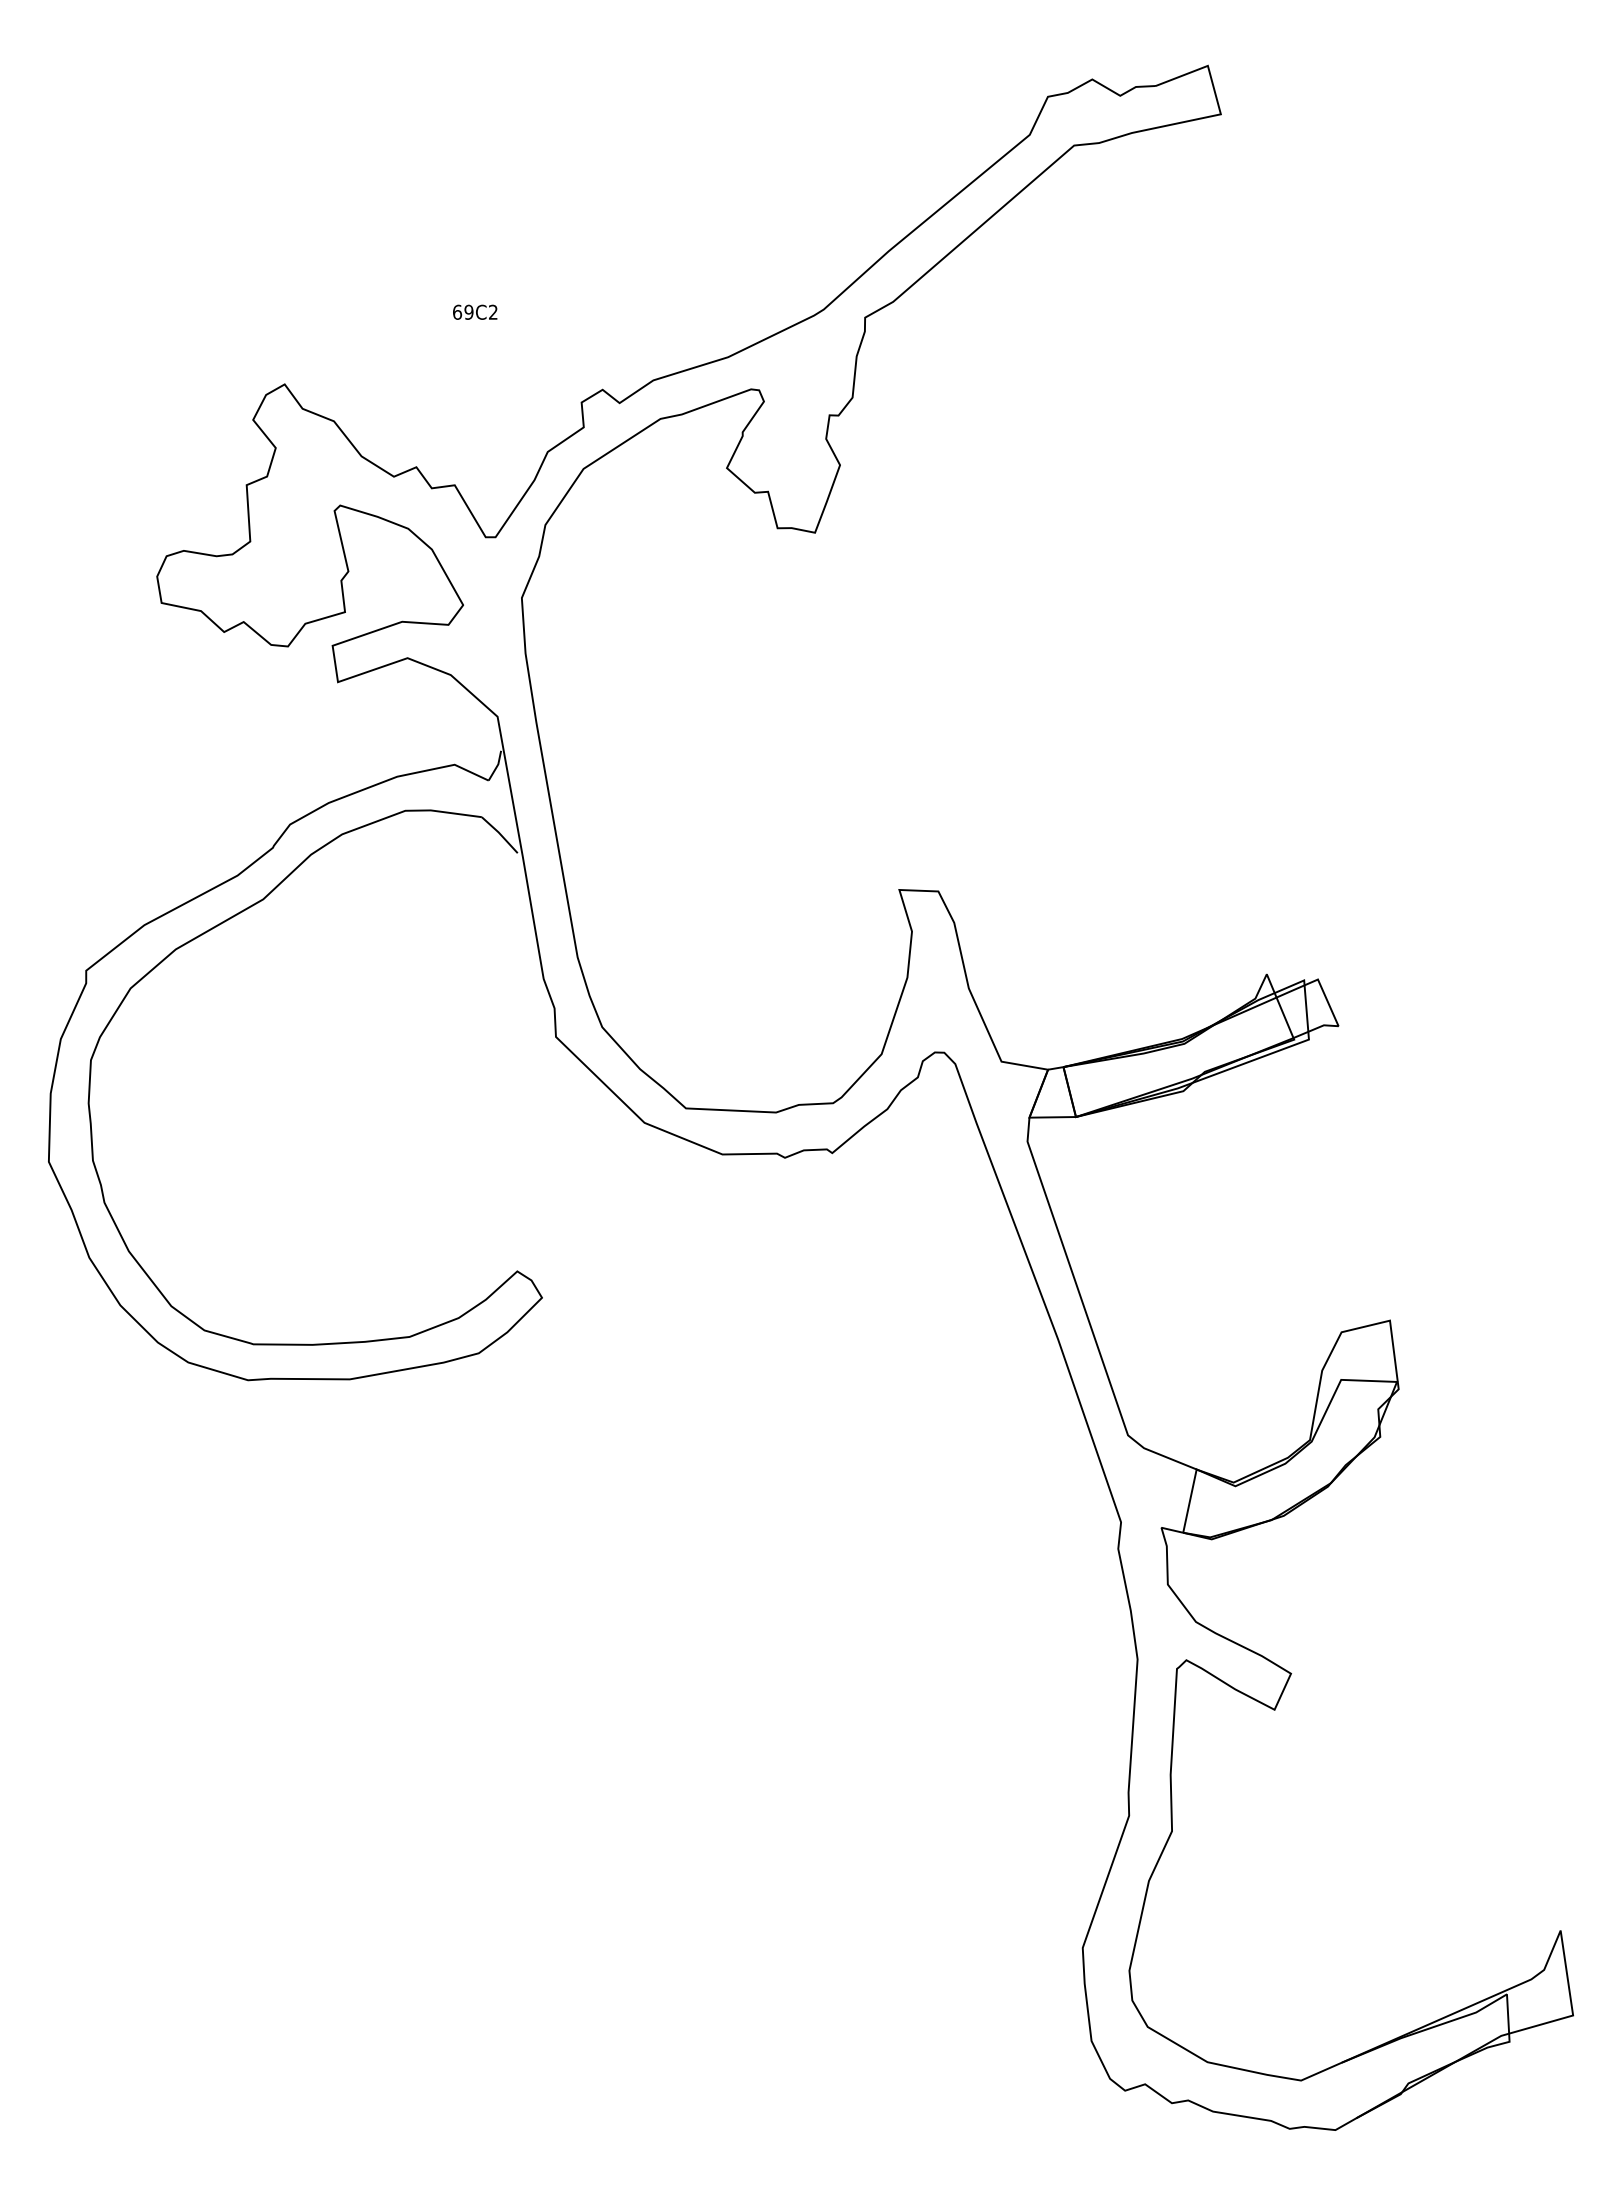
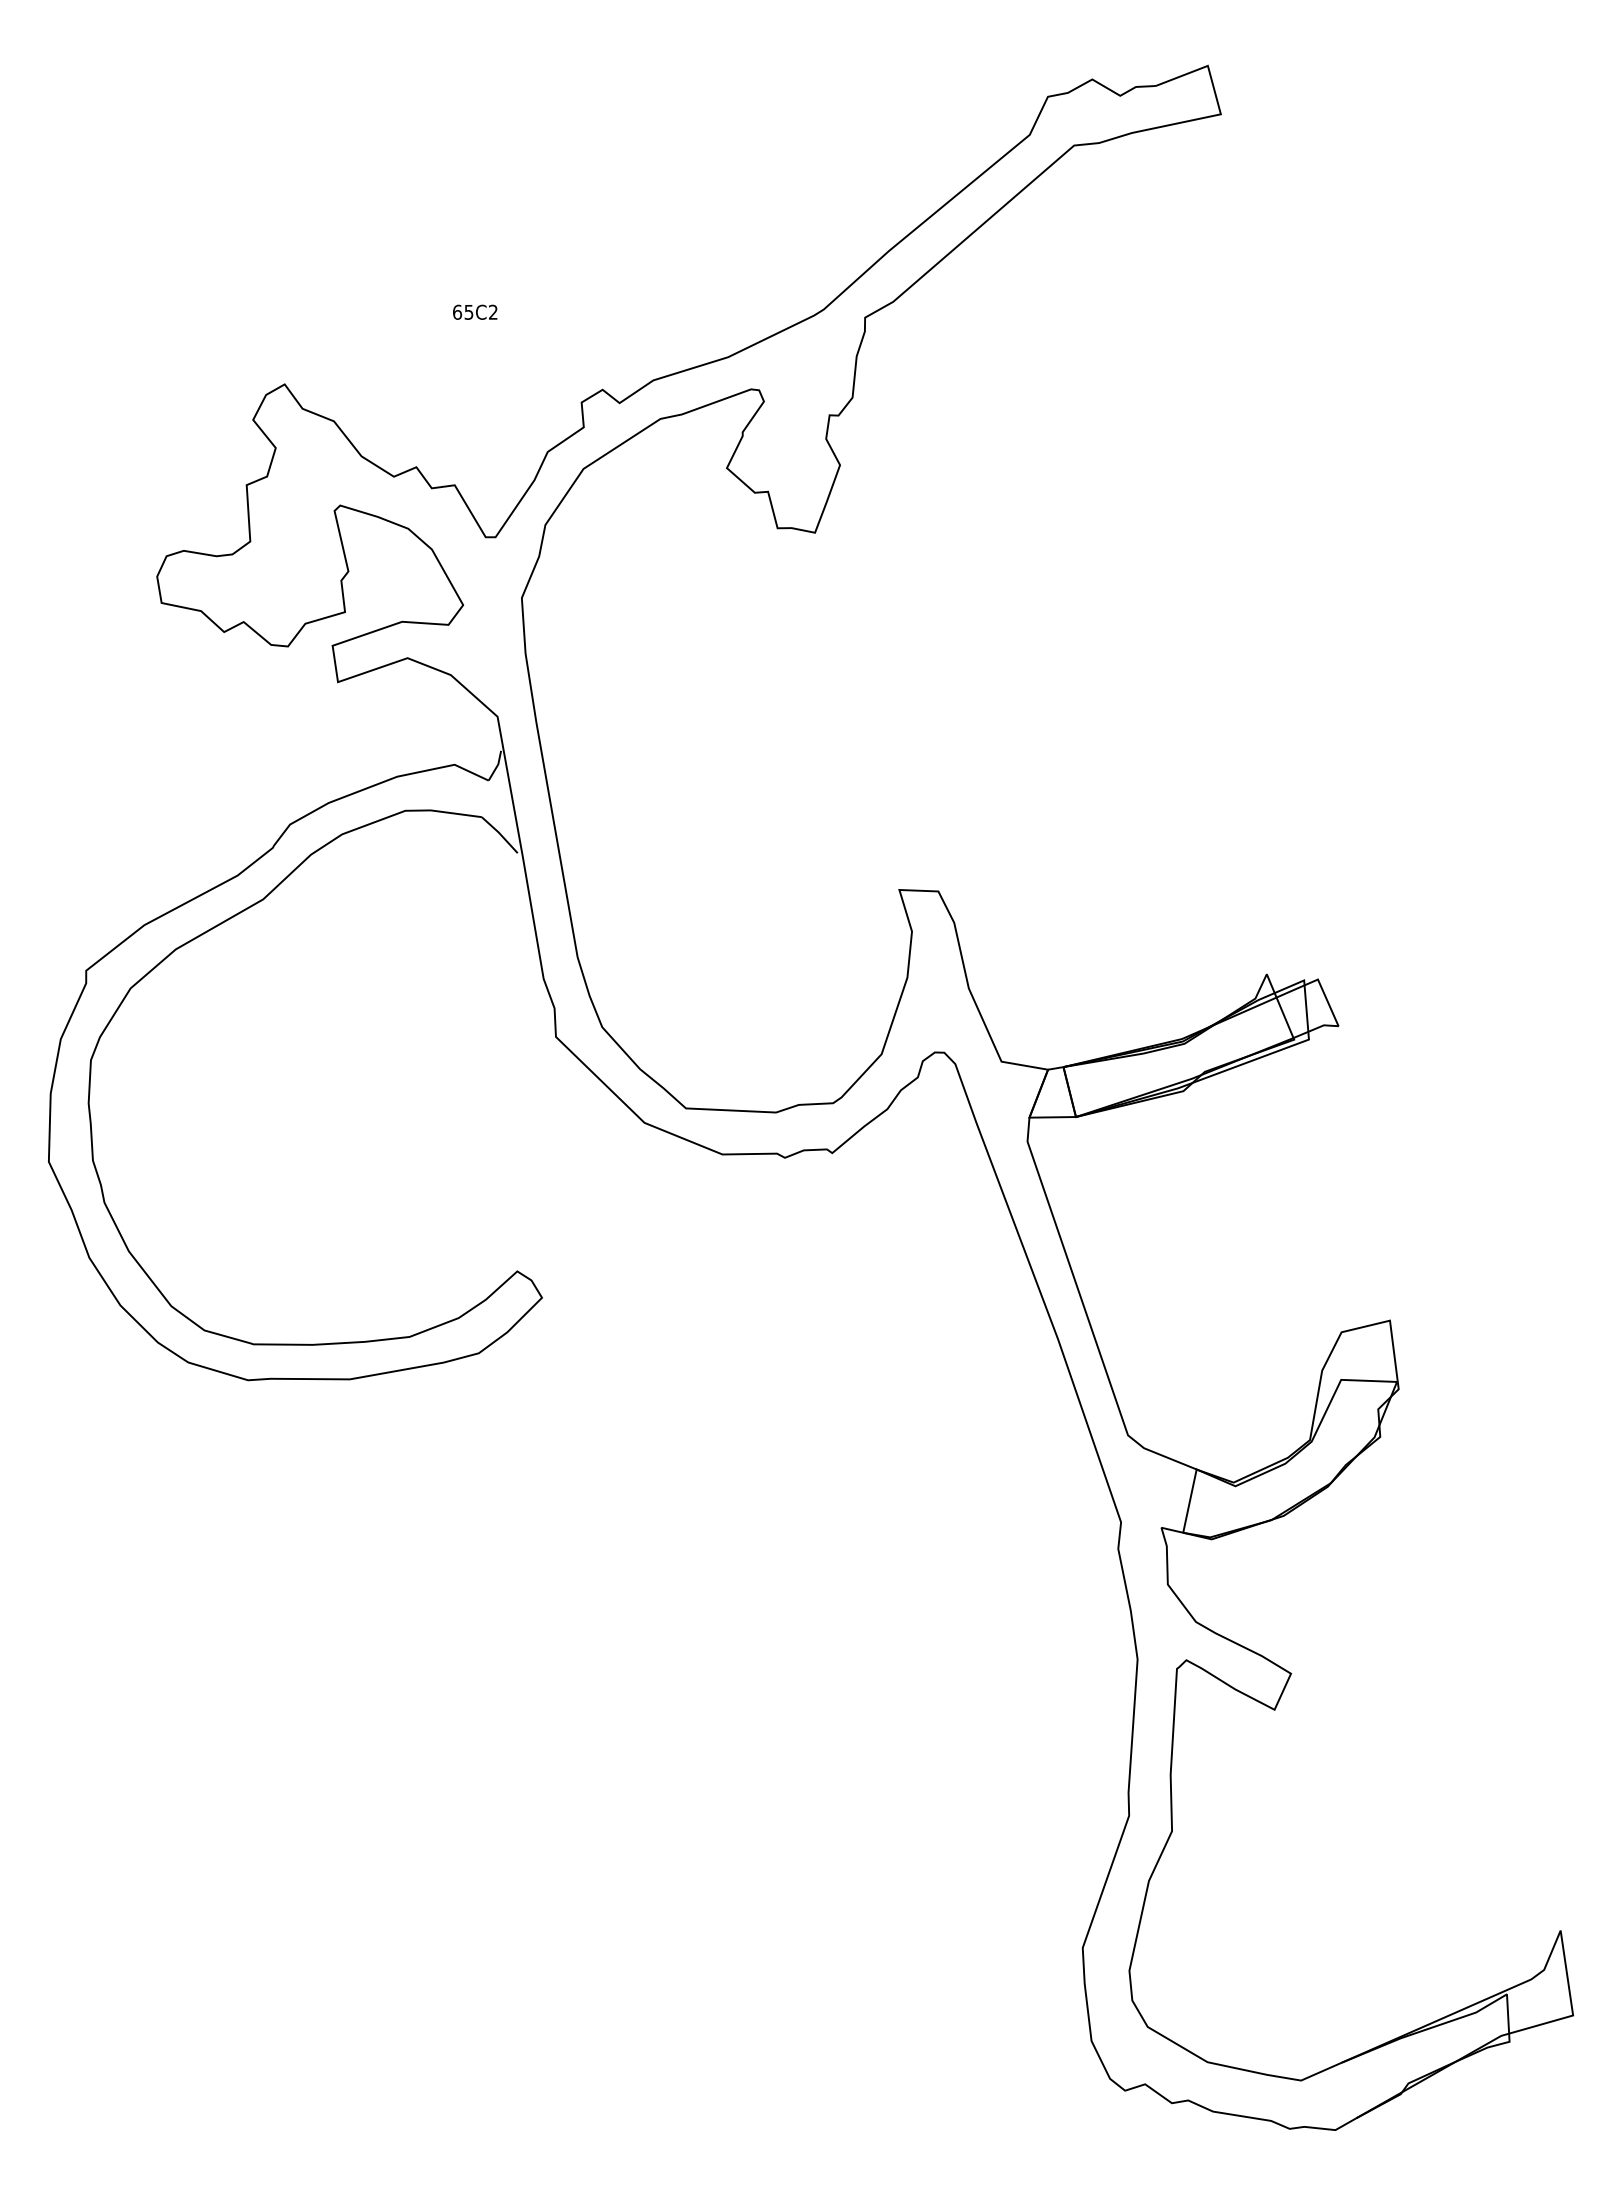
text at (468, 311): 69C2 -> 65C2
